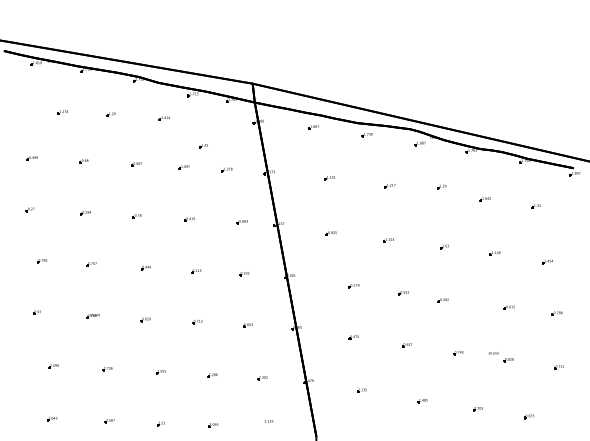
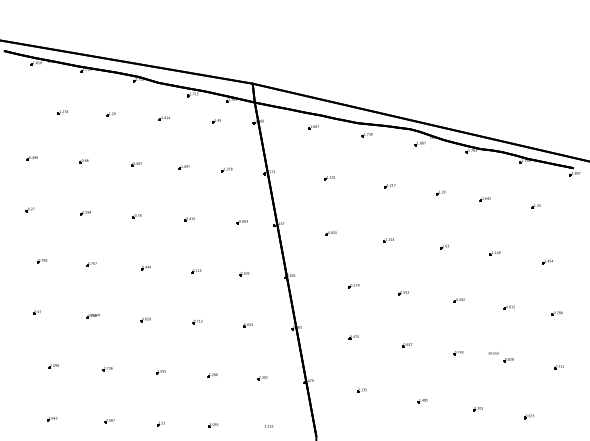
part at (203, 146) position: (203, 146) -> (216, 121)
part at (441, 186) position: (441, 186) -> (440, 192)
part at (442, 300) position: (442, 300) -> (458, 300)
text at (268, 421) position: (268, 421) -> (268, 426)
